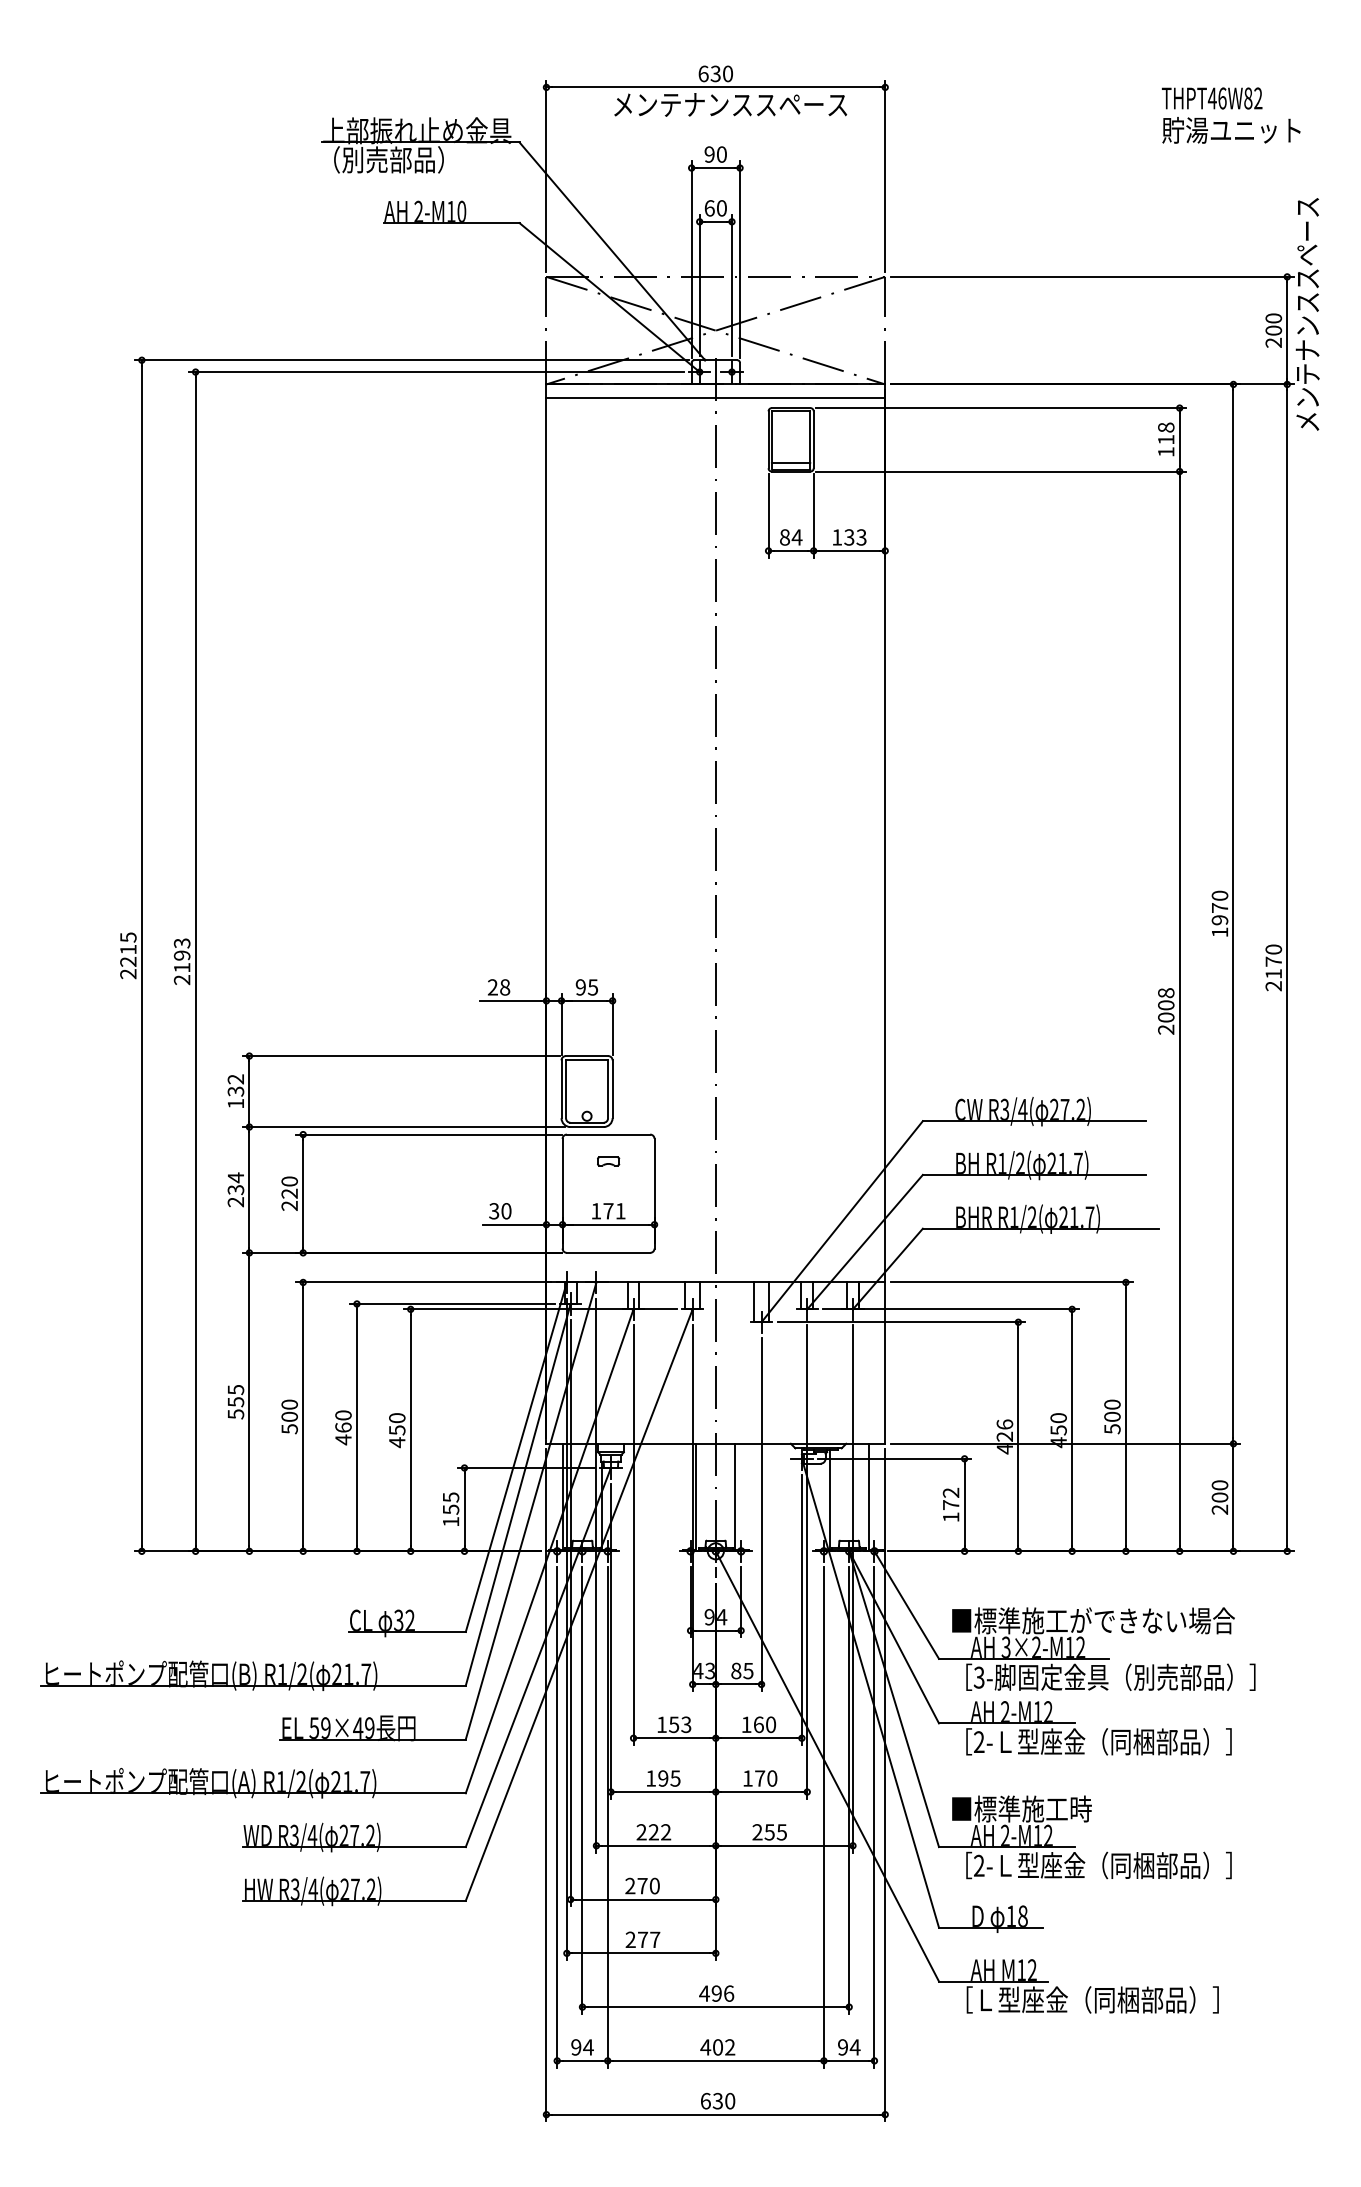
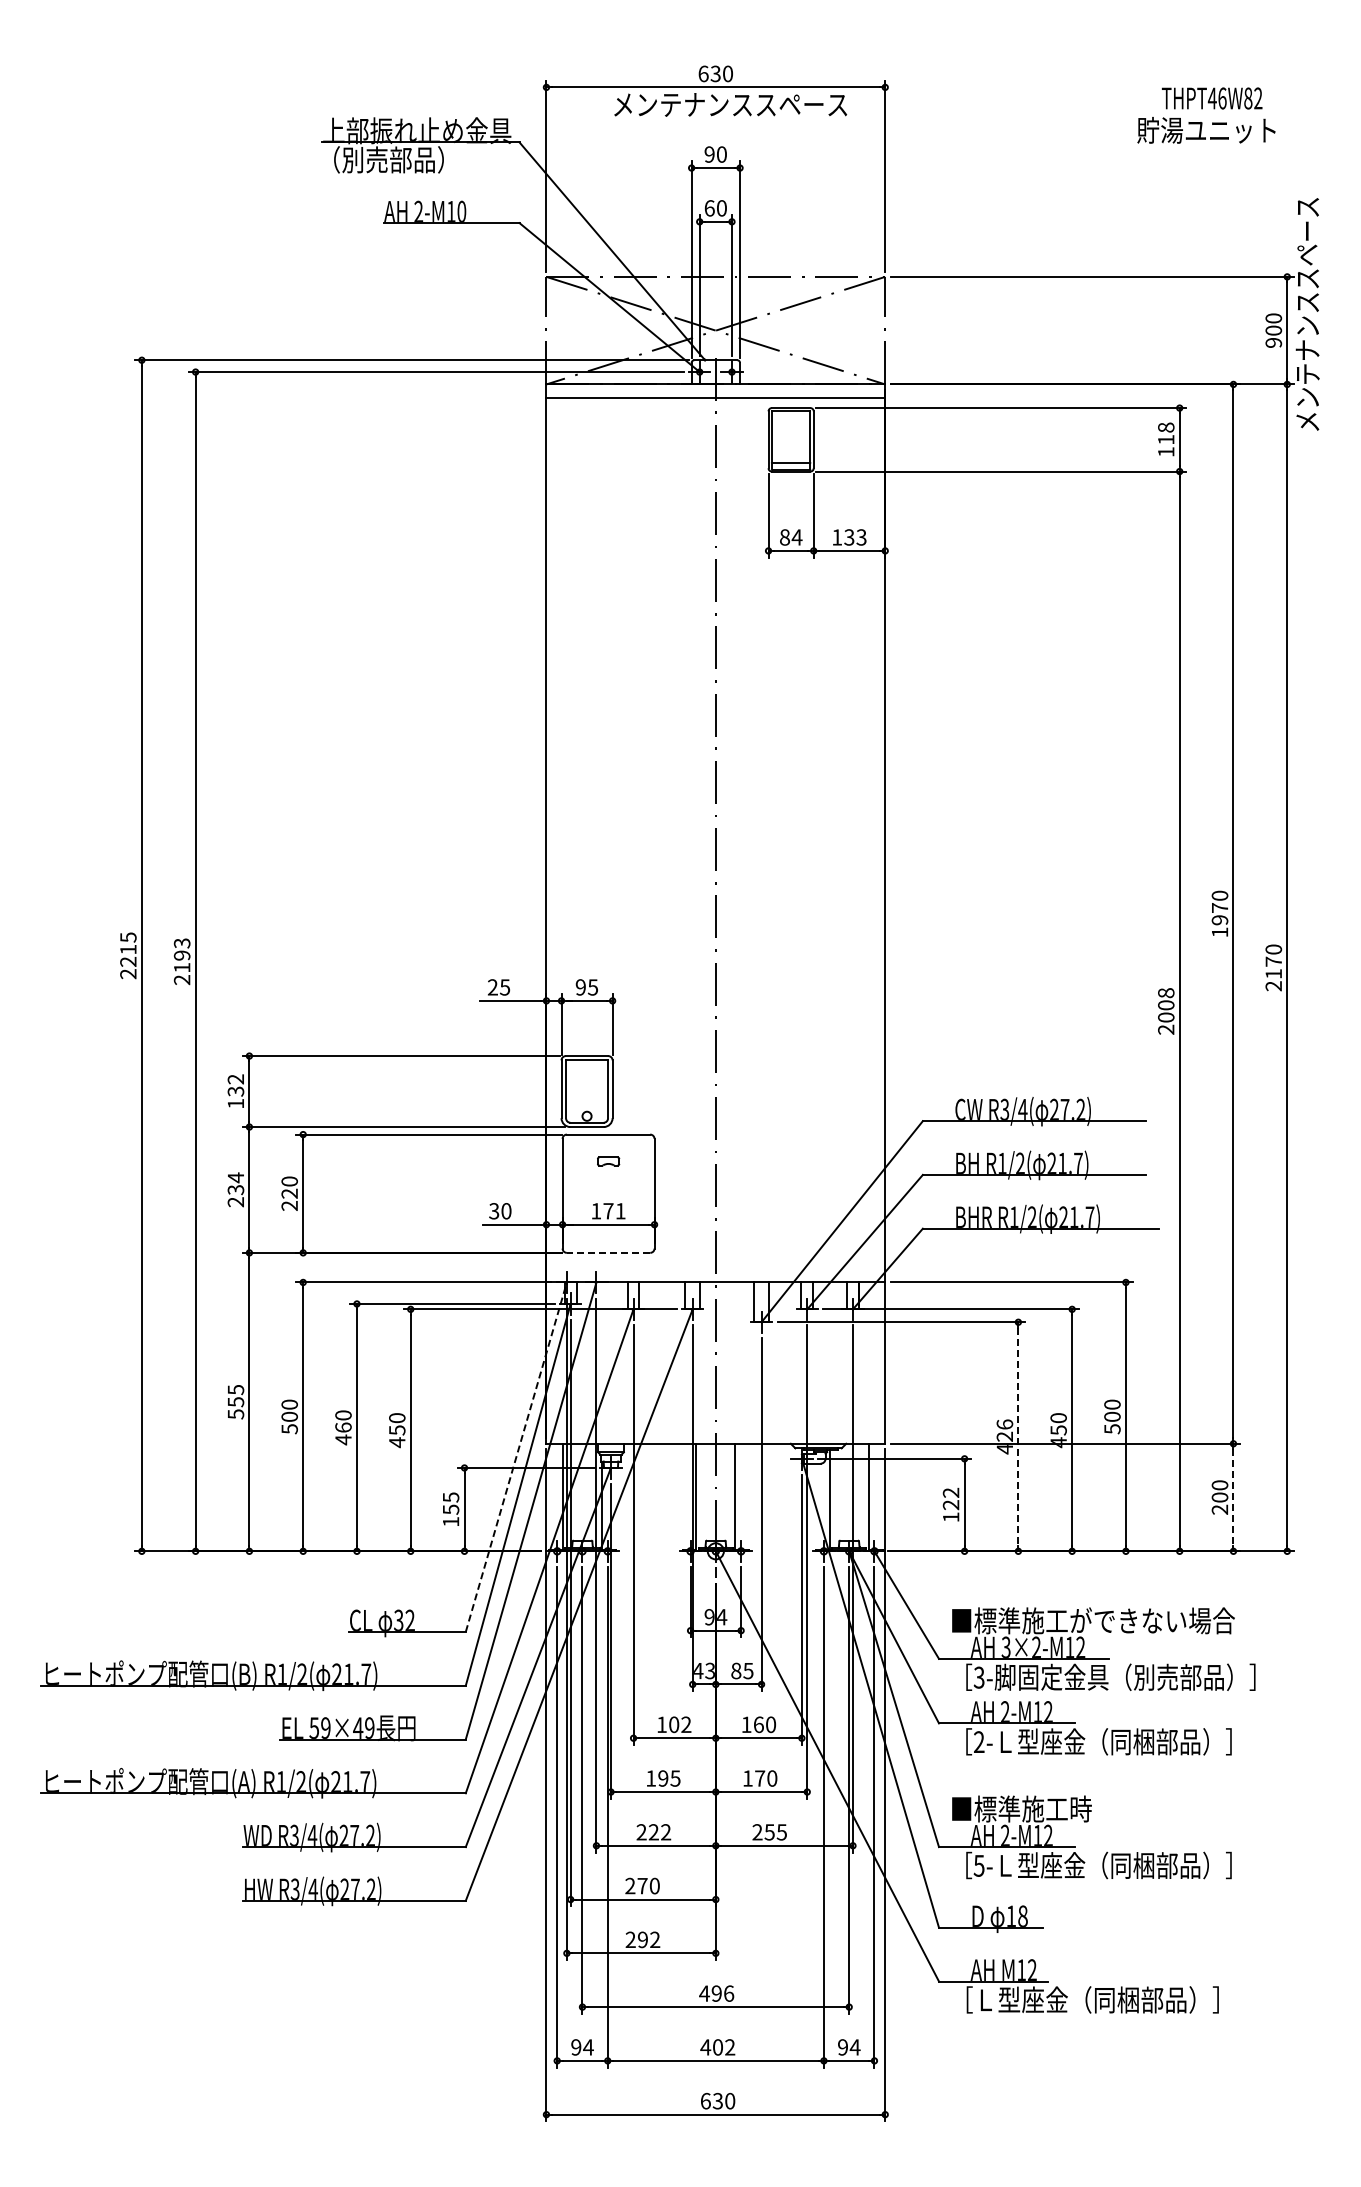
text at (1231, 130) position: (1231, 130) -> (1206, 130)
text at (1274, 342): 200 -> 900
text at (504, 987): 28 -> 25
line at (608, 1252): solid -> dashed
line at (1018, 1437): solid -> dashed
line at (516, 1457): solid -> dashed
line at (1233, 1498): solid -> dashed
text at (950, 1505): 172 -> 122
text at (680, 1724): 153 -> 102
text at (978, 1865): 2- -> 5-
text at (649, 1939): 277 -> 292
